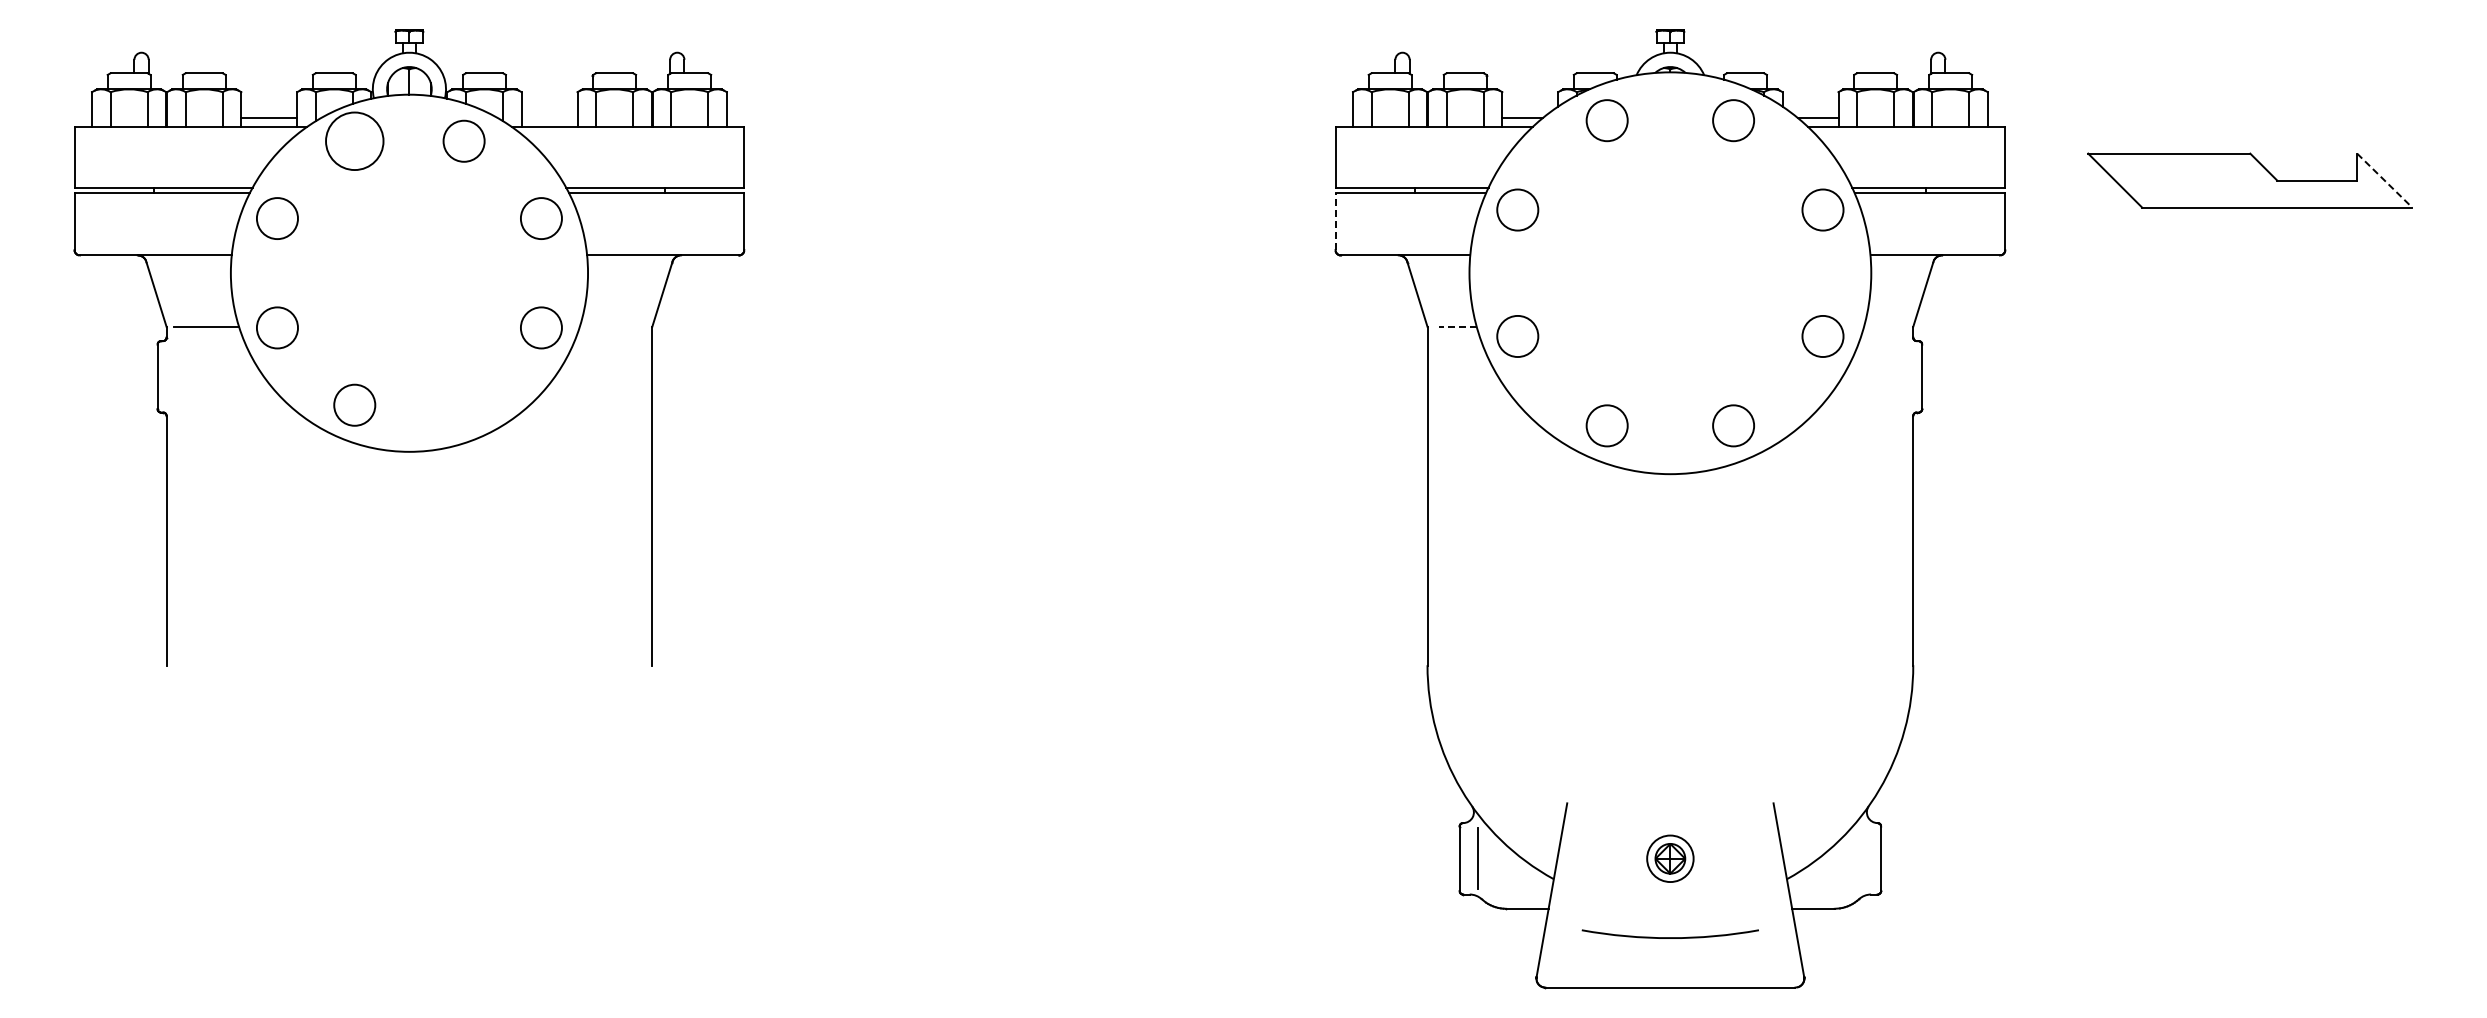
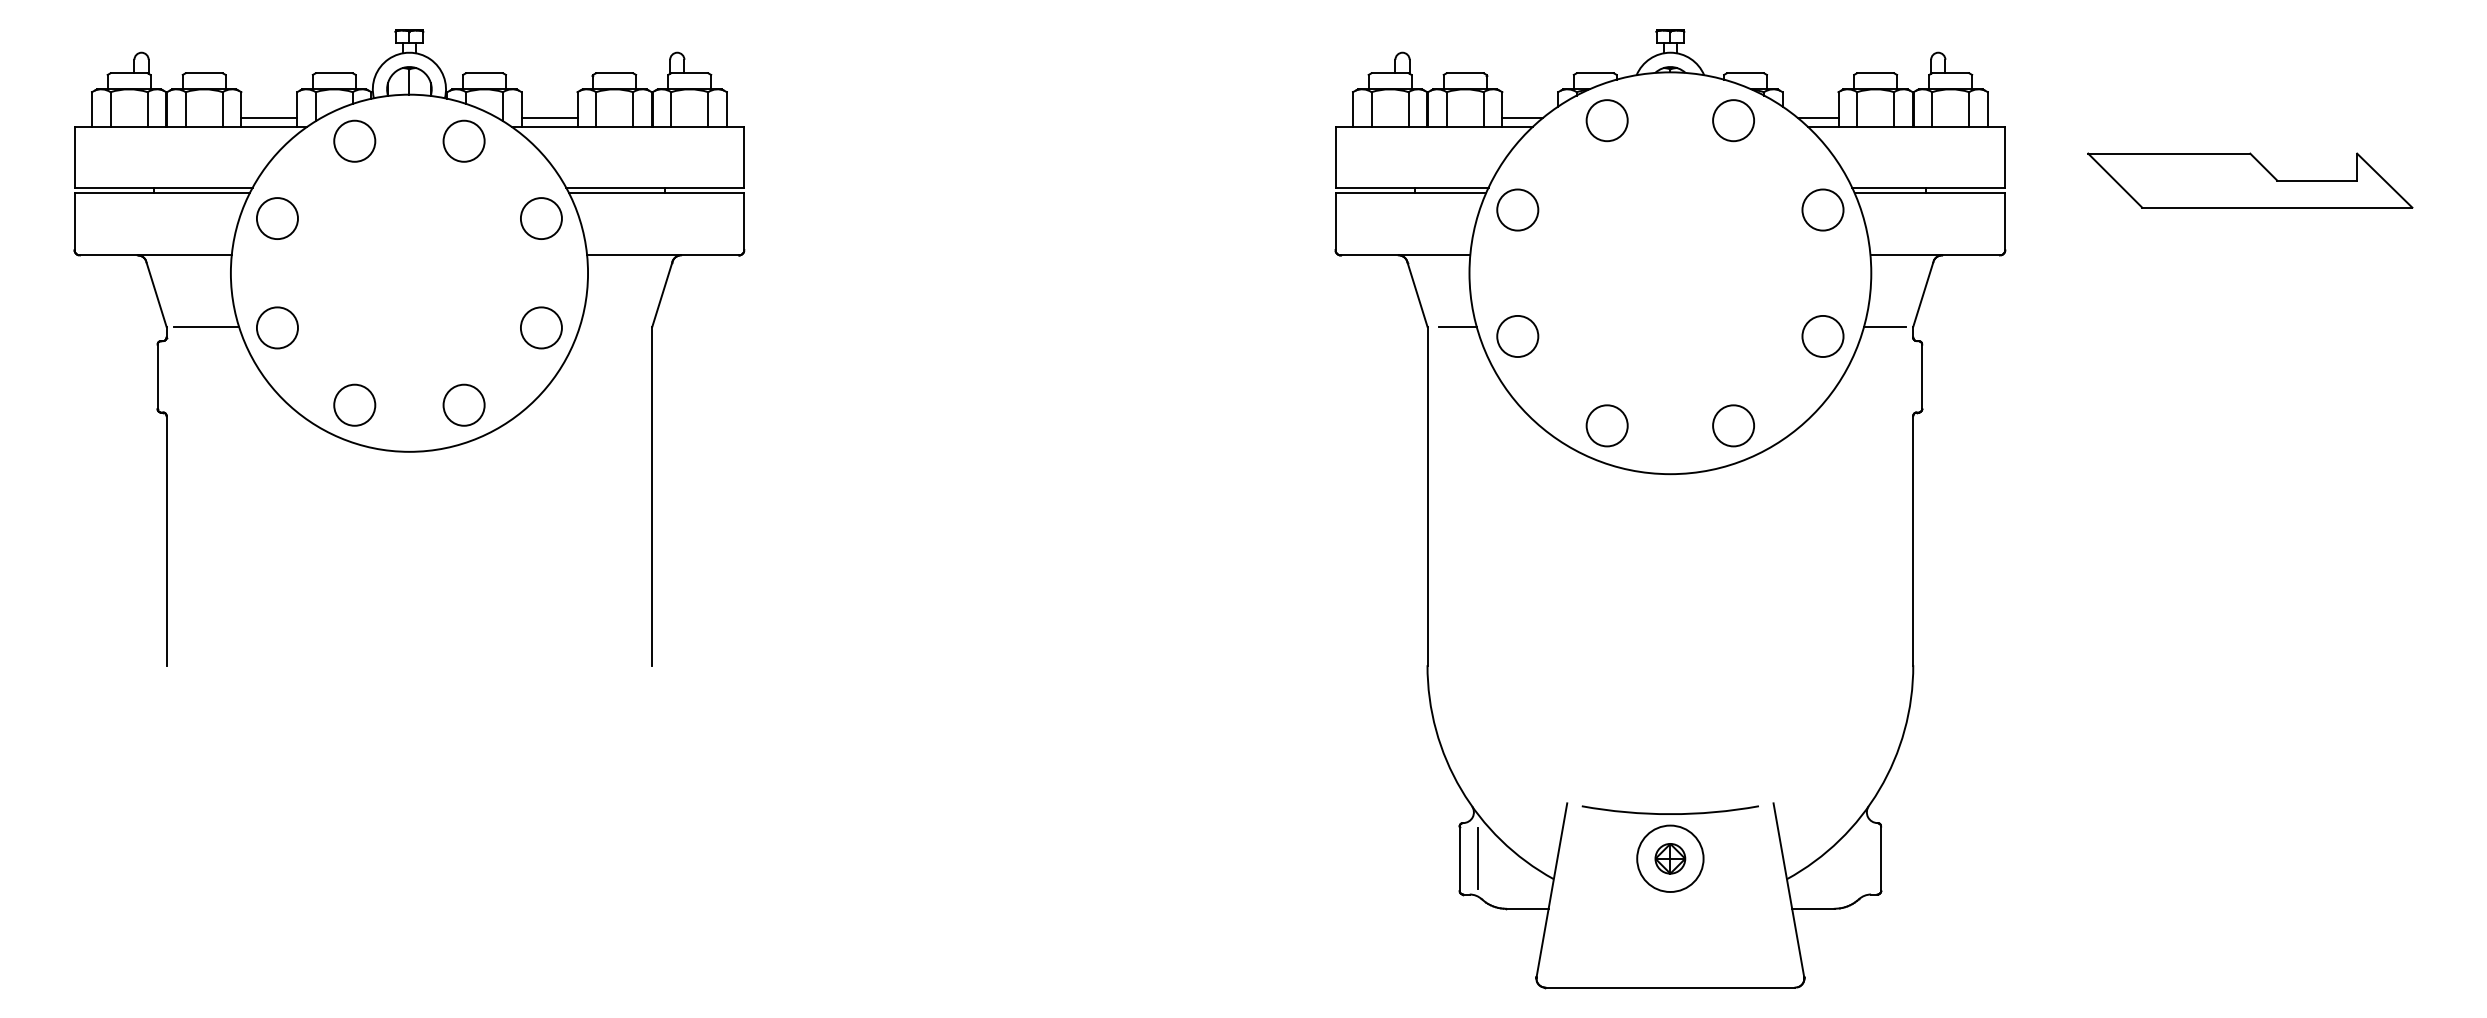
line at (549, 117): none -> present
circle at (354, 141) diameter: 58 px -> 41 px
line at (2384, 180): dashed -> solid
line at (1335, 221): dashed -> solid
line at (1457, 326): dashed -> solid
line at (1884, 326): none -> present
circle at (463, 404): none -> present
circle at (1670, 858) diameter: 46 px -> 66 px
arc at (1669, 937) position: (1669, 937) -> (1669, 813)
